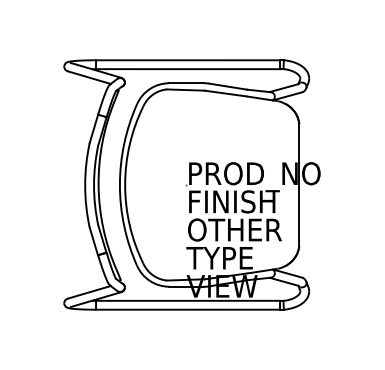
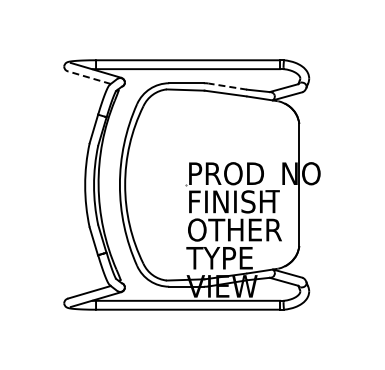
line at (89, 77): solid -> dashed
line at (227, 86): solid -> dashed
